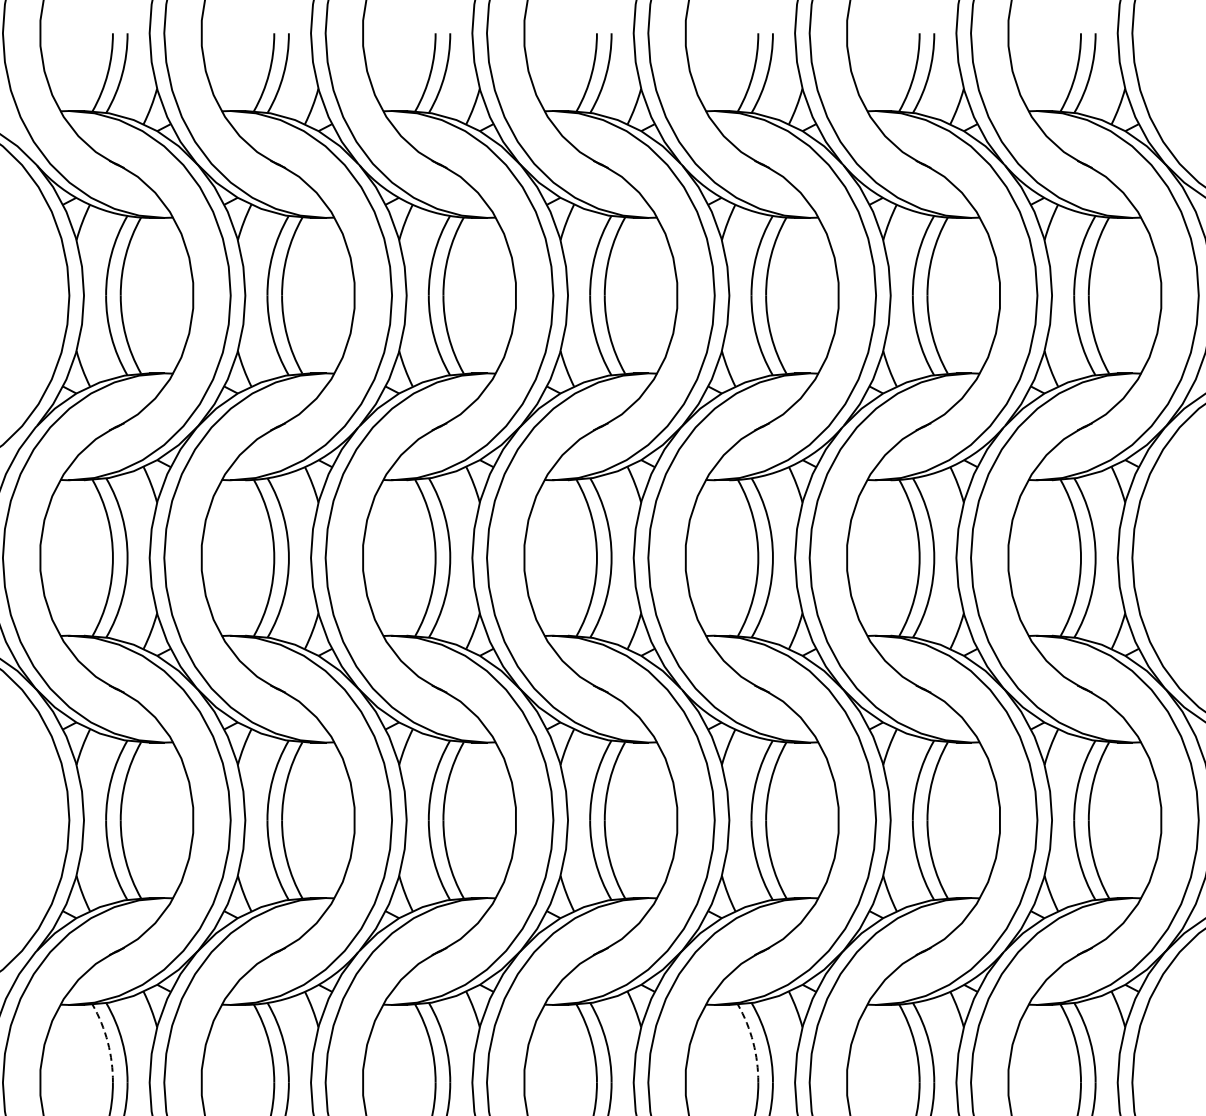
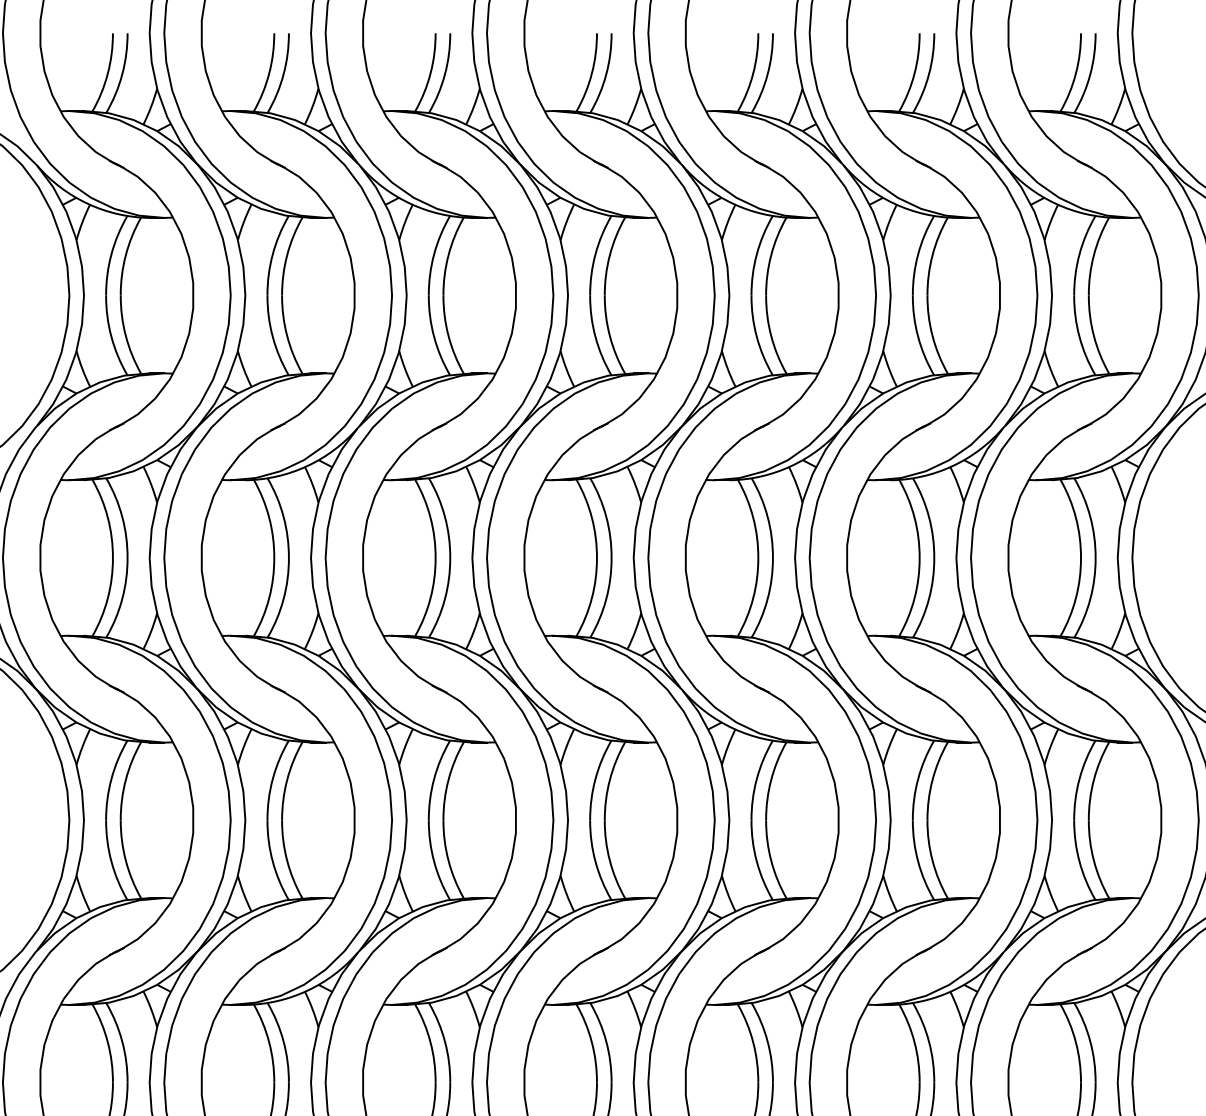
arc at (107, 1042): dashed -> solid
arc at (753, 1042): dashed -> solid
